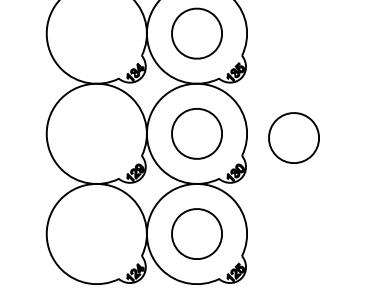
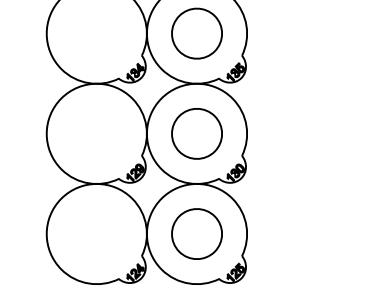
part at (293, 137): present -> none
